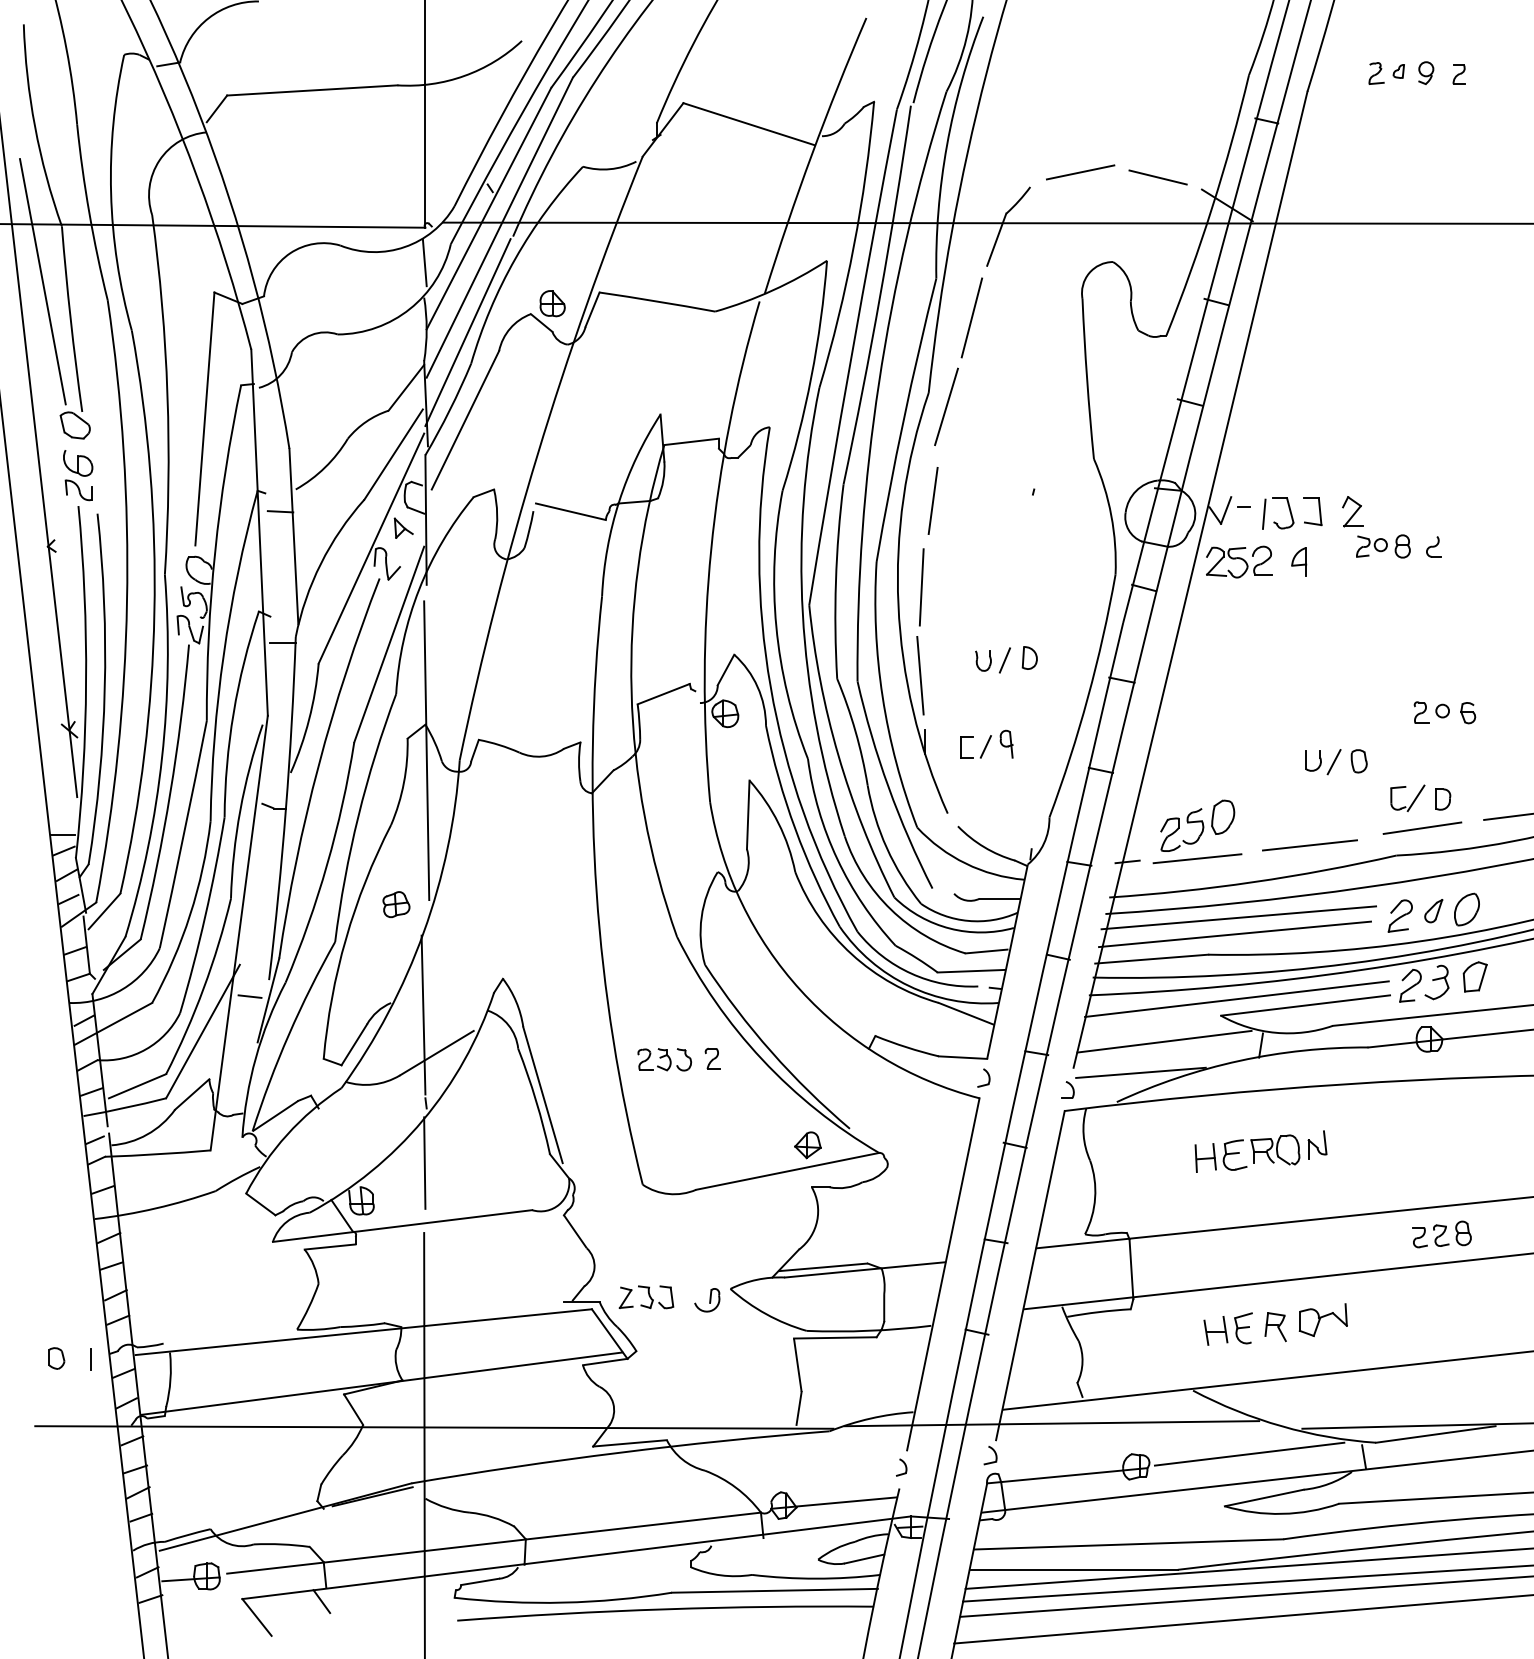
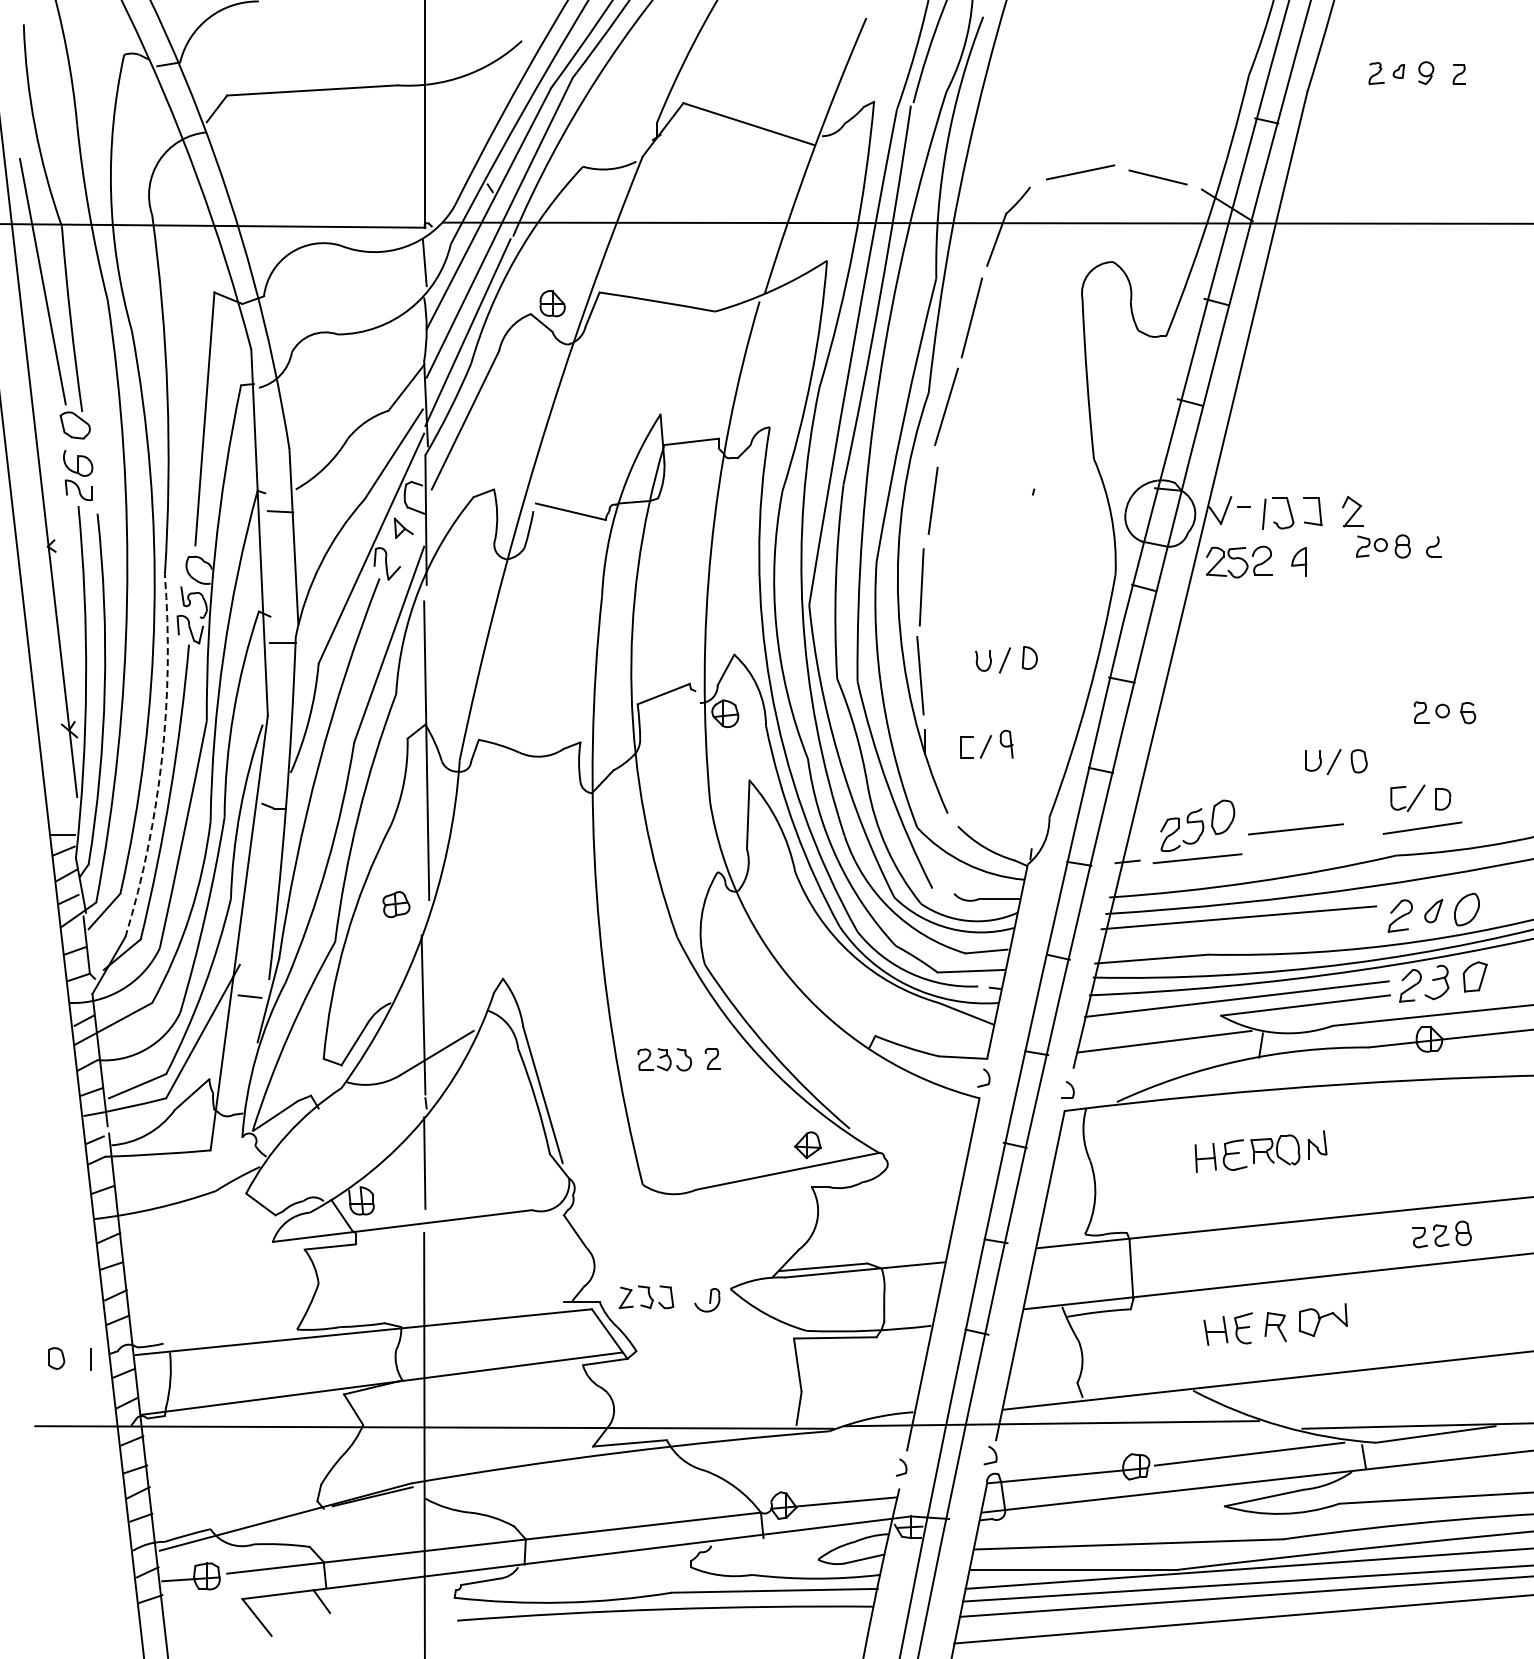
arc at (162, 757): solid -> dashed
line at (1507, 816): present -> none
line at (1309, 845) position: (1309, 845) -> (1295, 829)
line at (1235, 934): present -> none
line at (1140, 1072): present -> none
